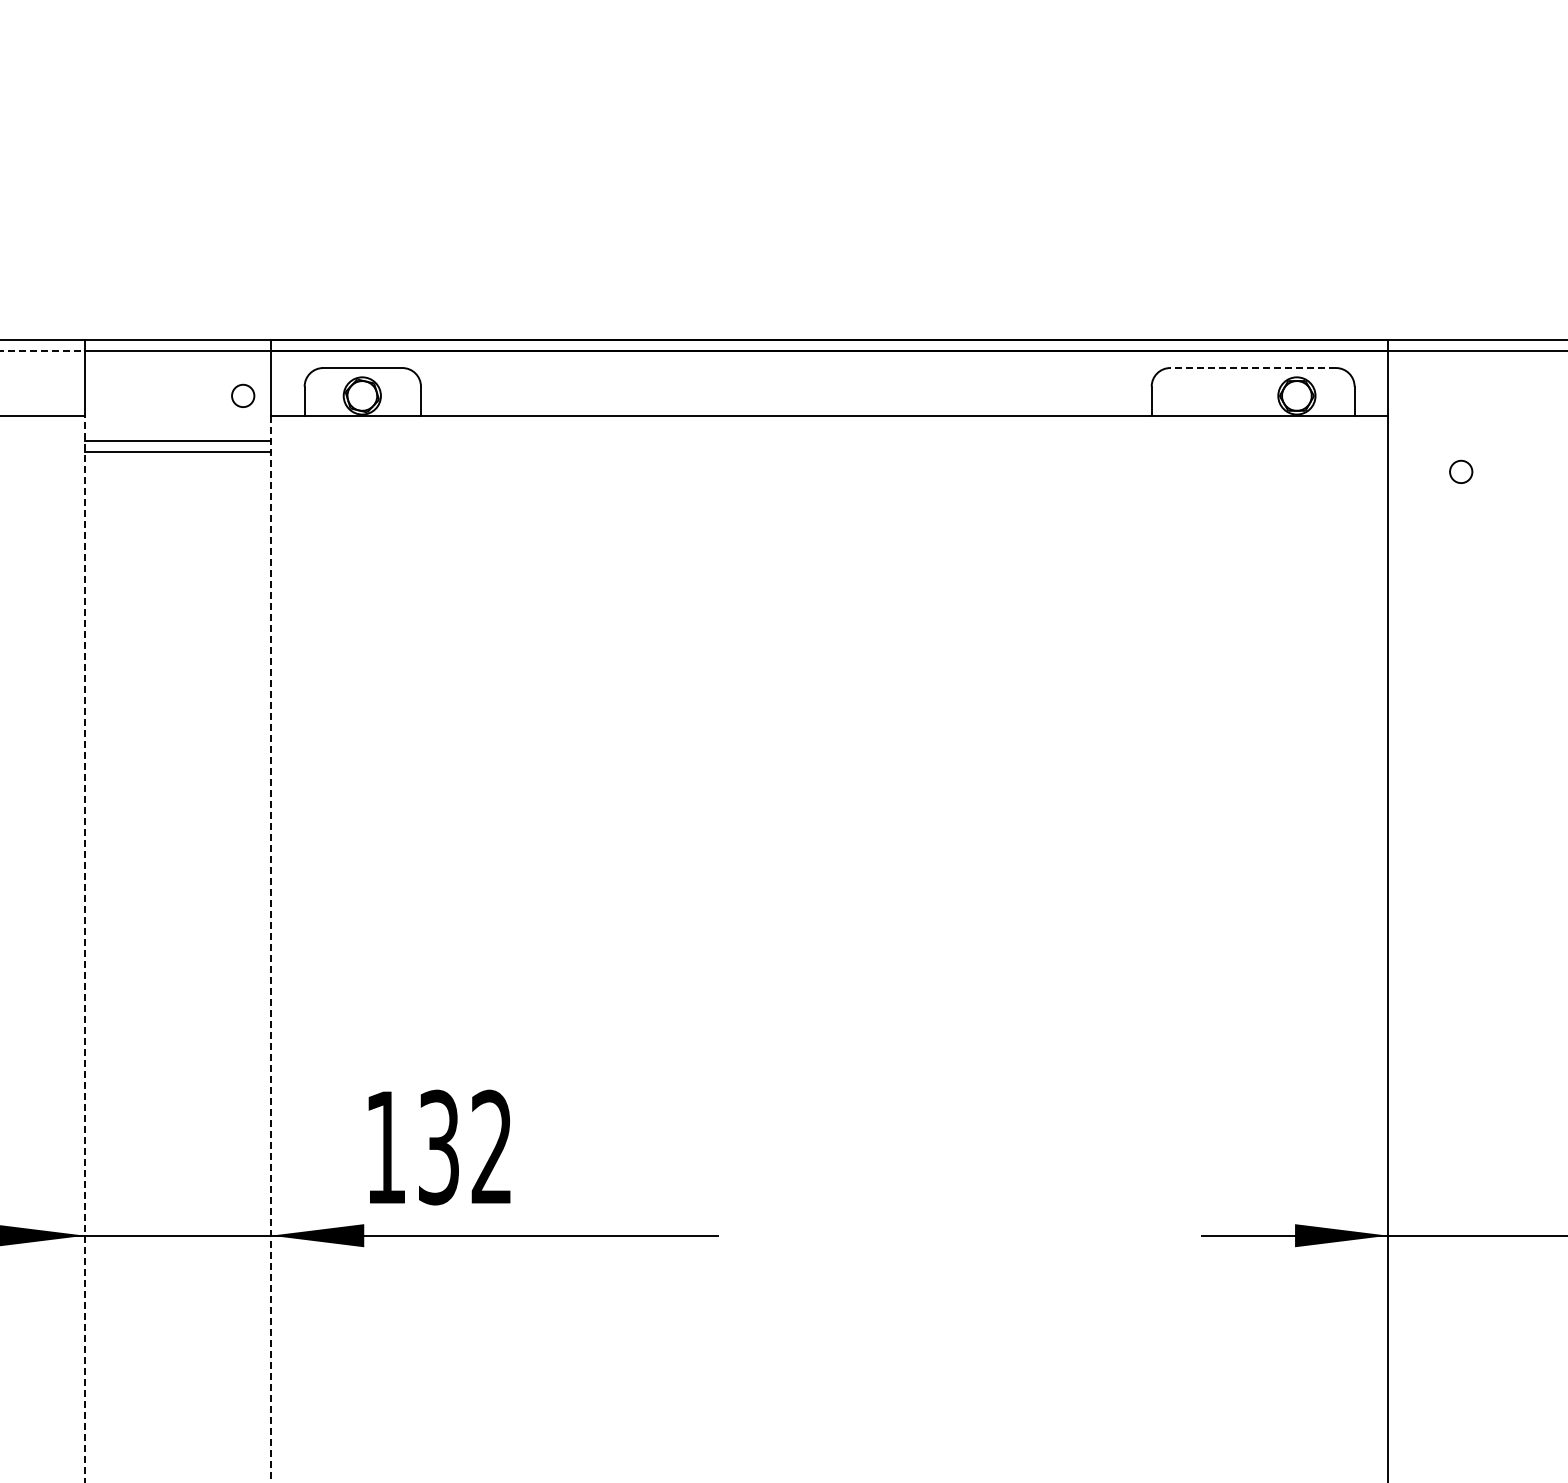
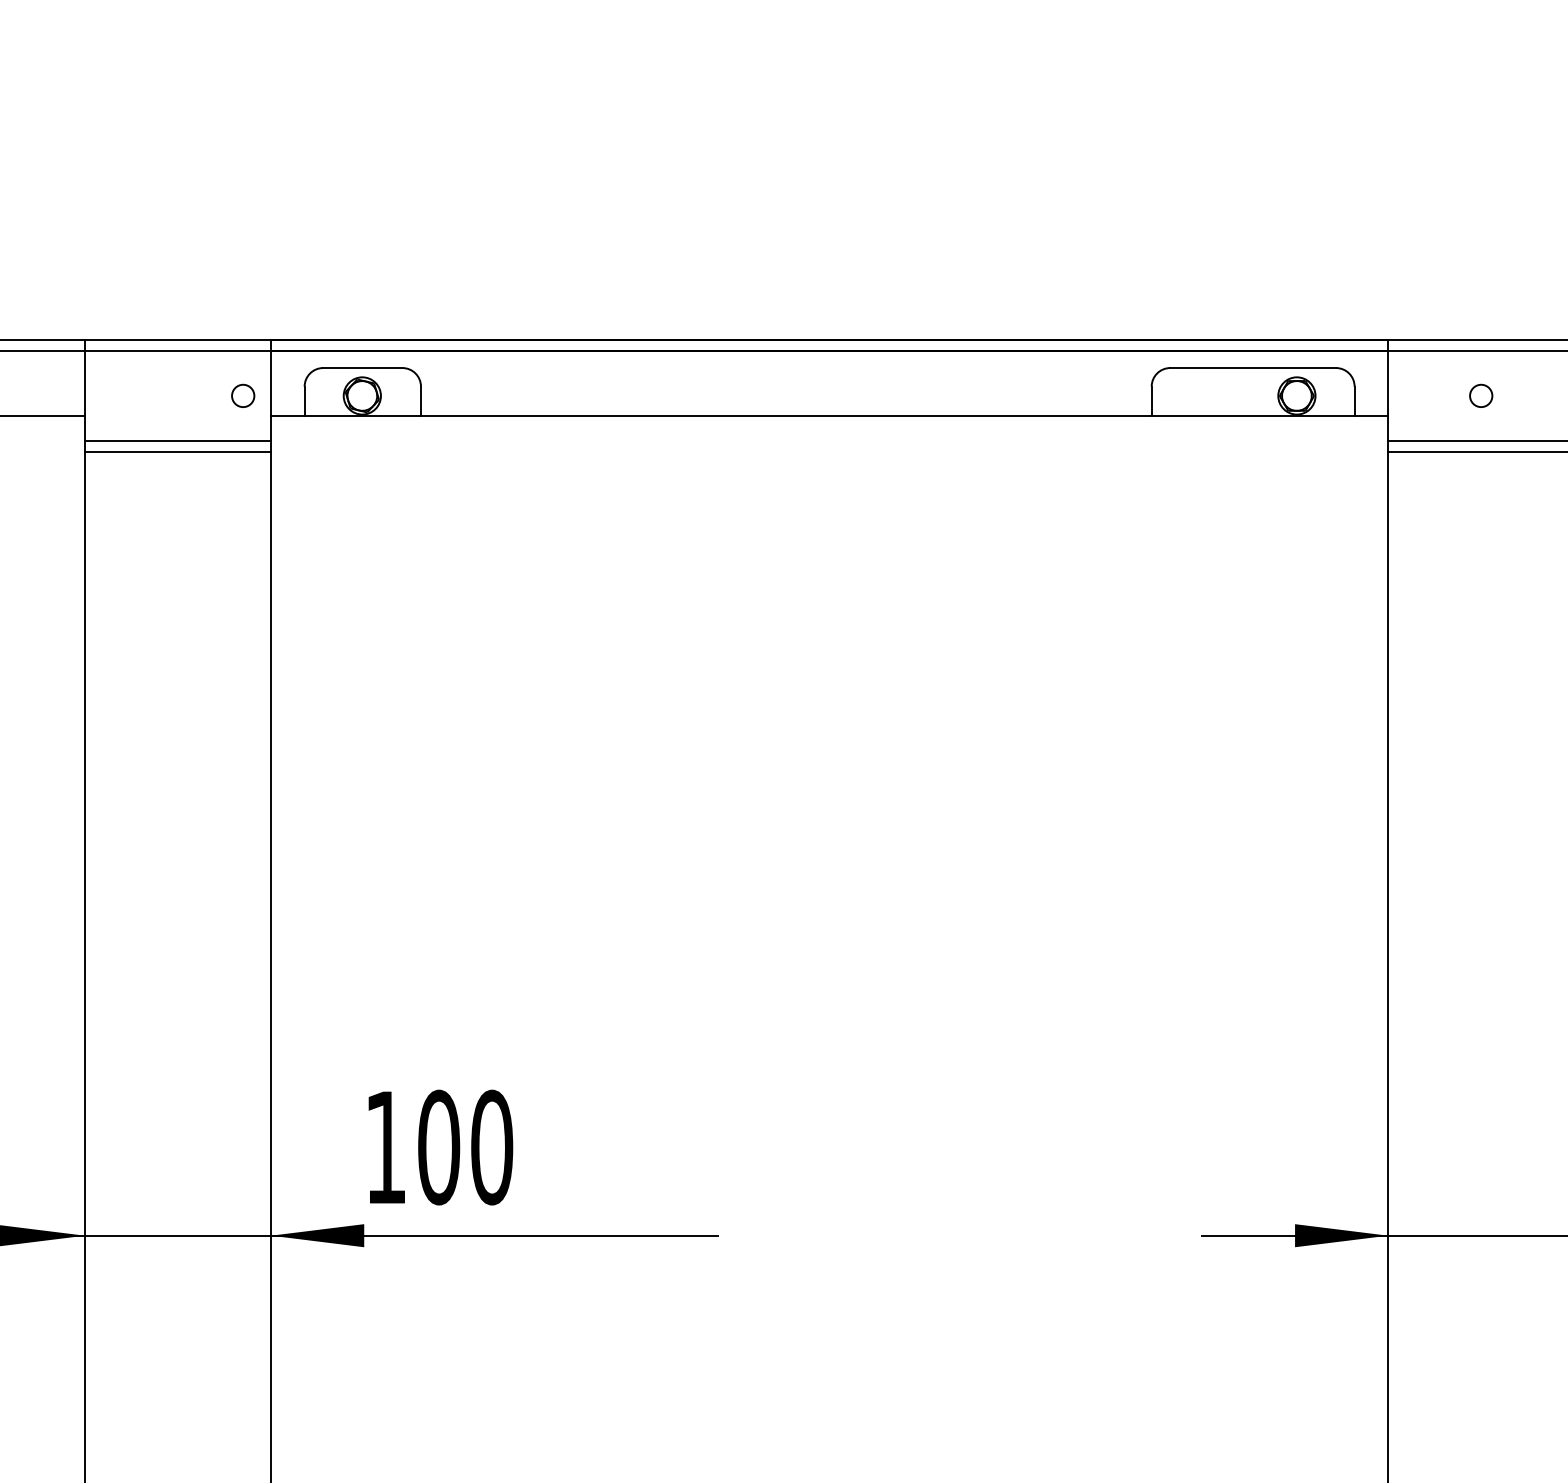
line at (42, 351): dashed -> solid
line at (1253, 368): dashed -> solid
line at (1476, 440): none -> present
line at (1476, 451): none -> present
circle at (1461, 471) position: (1461, 471) -> (1481, 395)
line at (84, 949): dashed -> solid
line at (271, 949): dashed -> solid
text at (465, 1147): 132 -> 100
